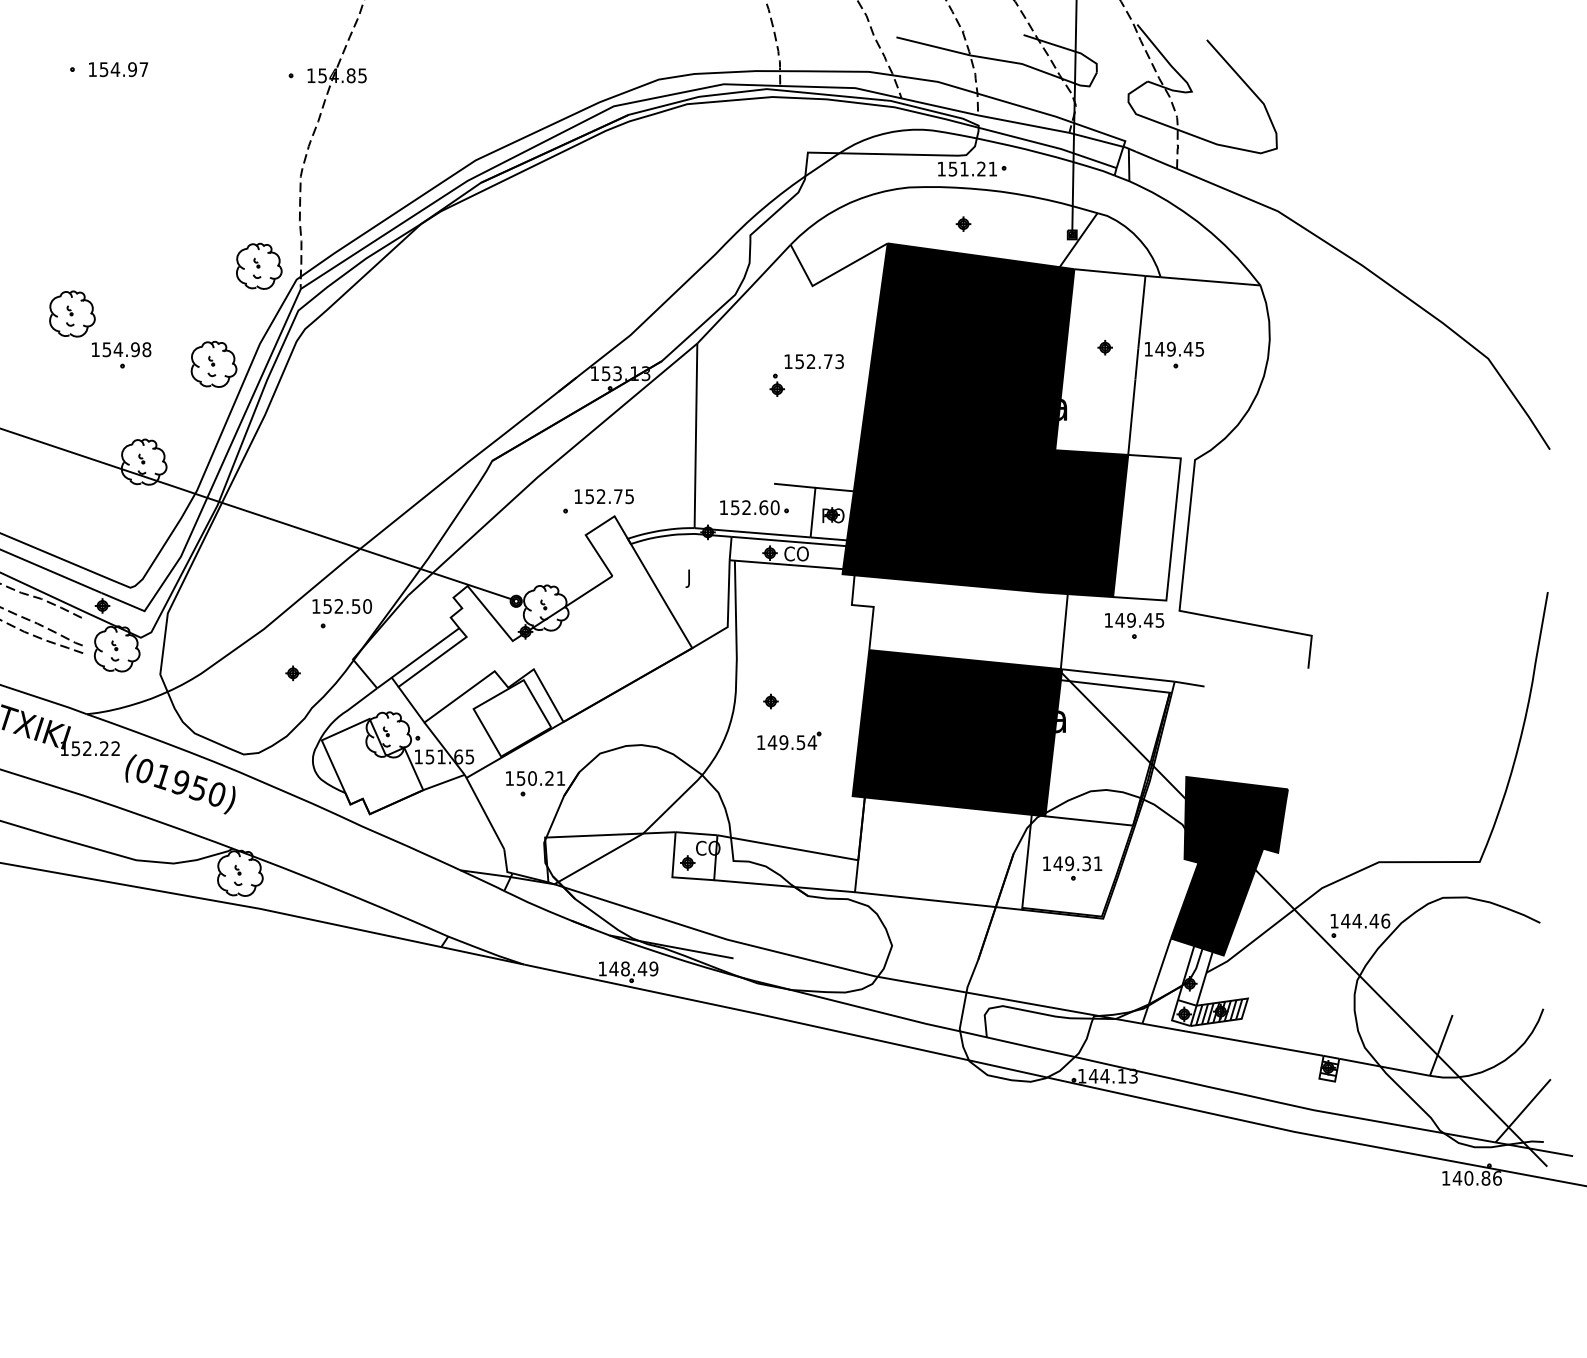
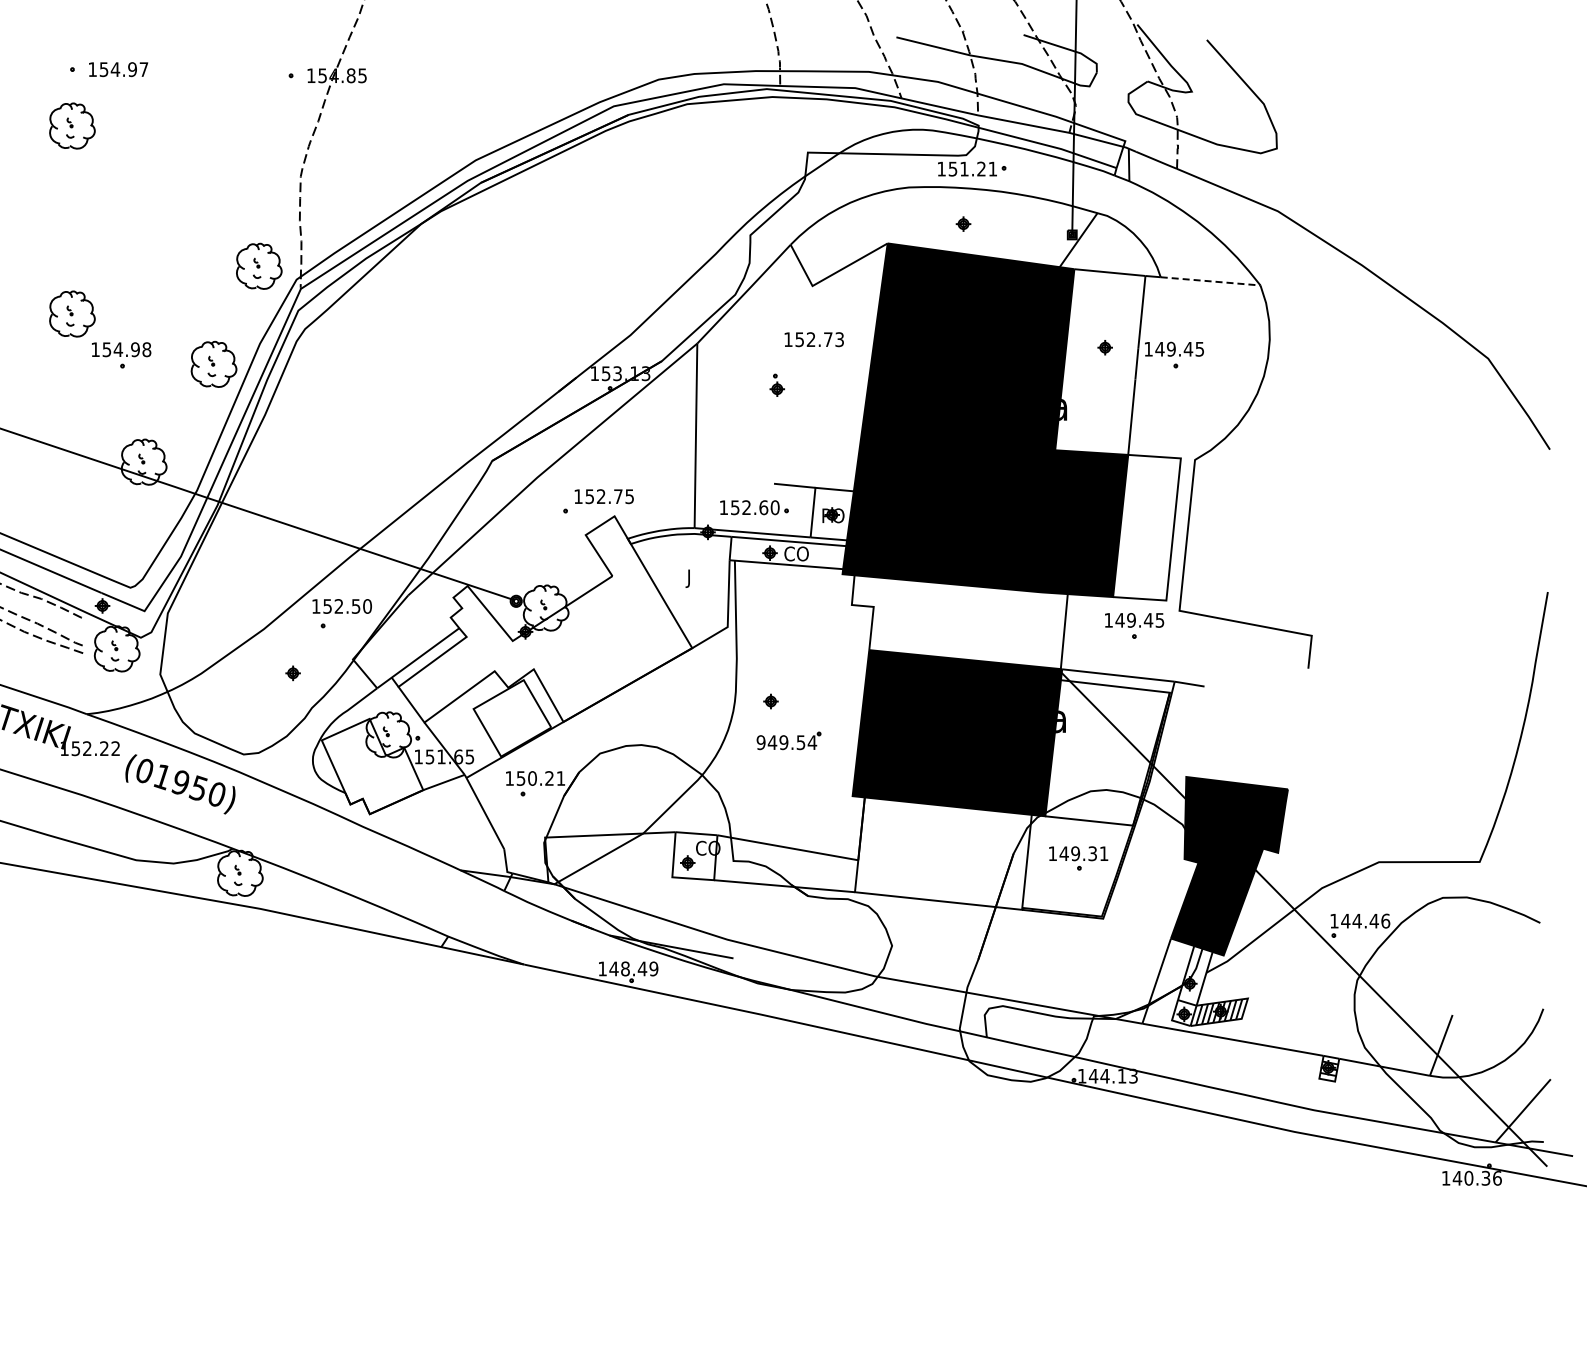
part at (72, 125): none -> present
line at (1211, 281): solid -> dashed
text at (813, 361) position: (813, 361) -> (813, 339)
text at (760, 742): 149.54 -> 949.54
part at (1072, 868) position: (1072, 868) -> (1078, 858)
text at (1485, 1178): 140.86 -> 140.36
